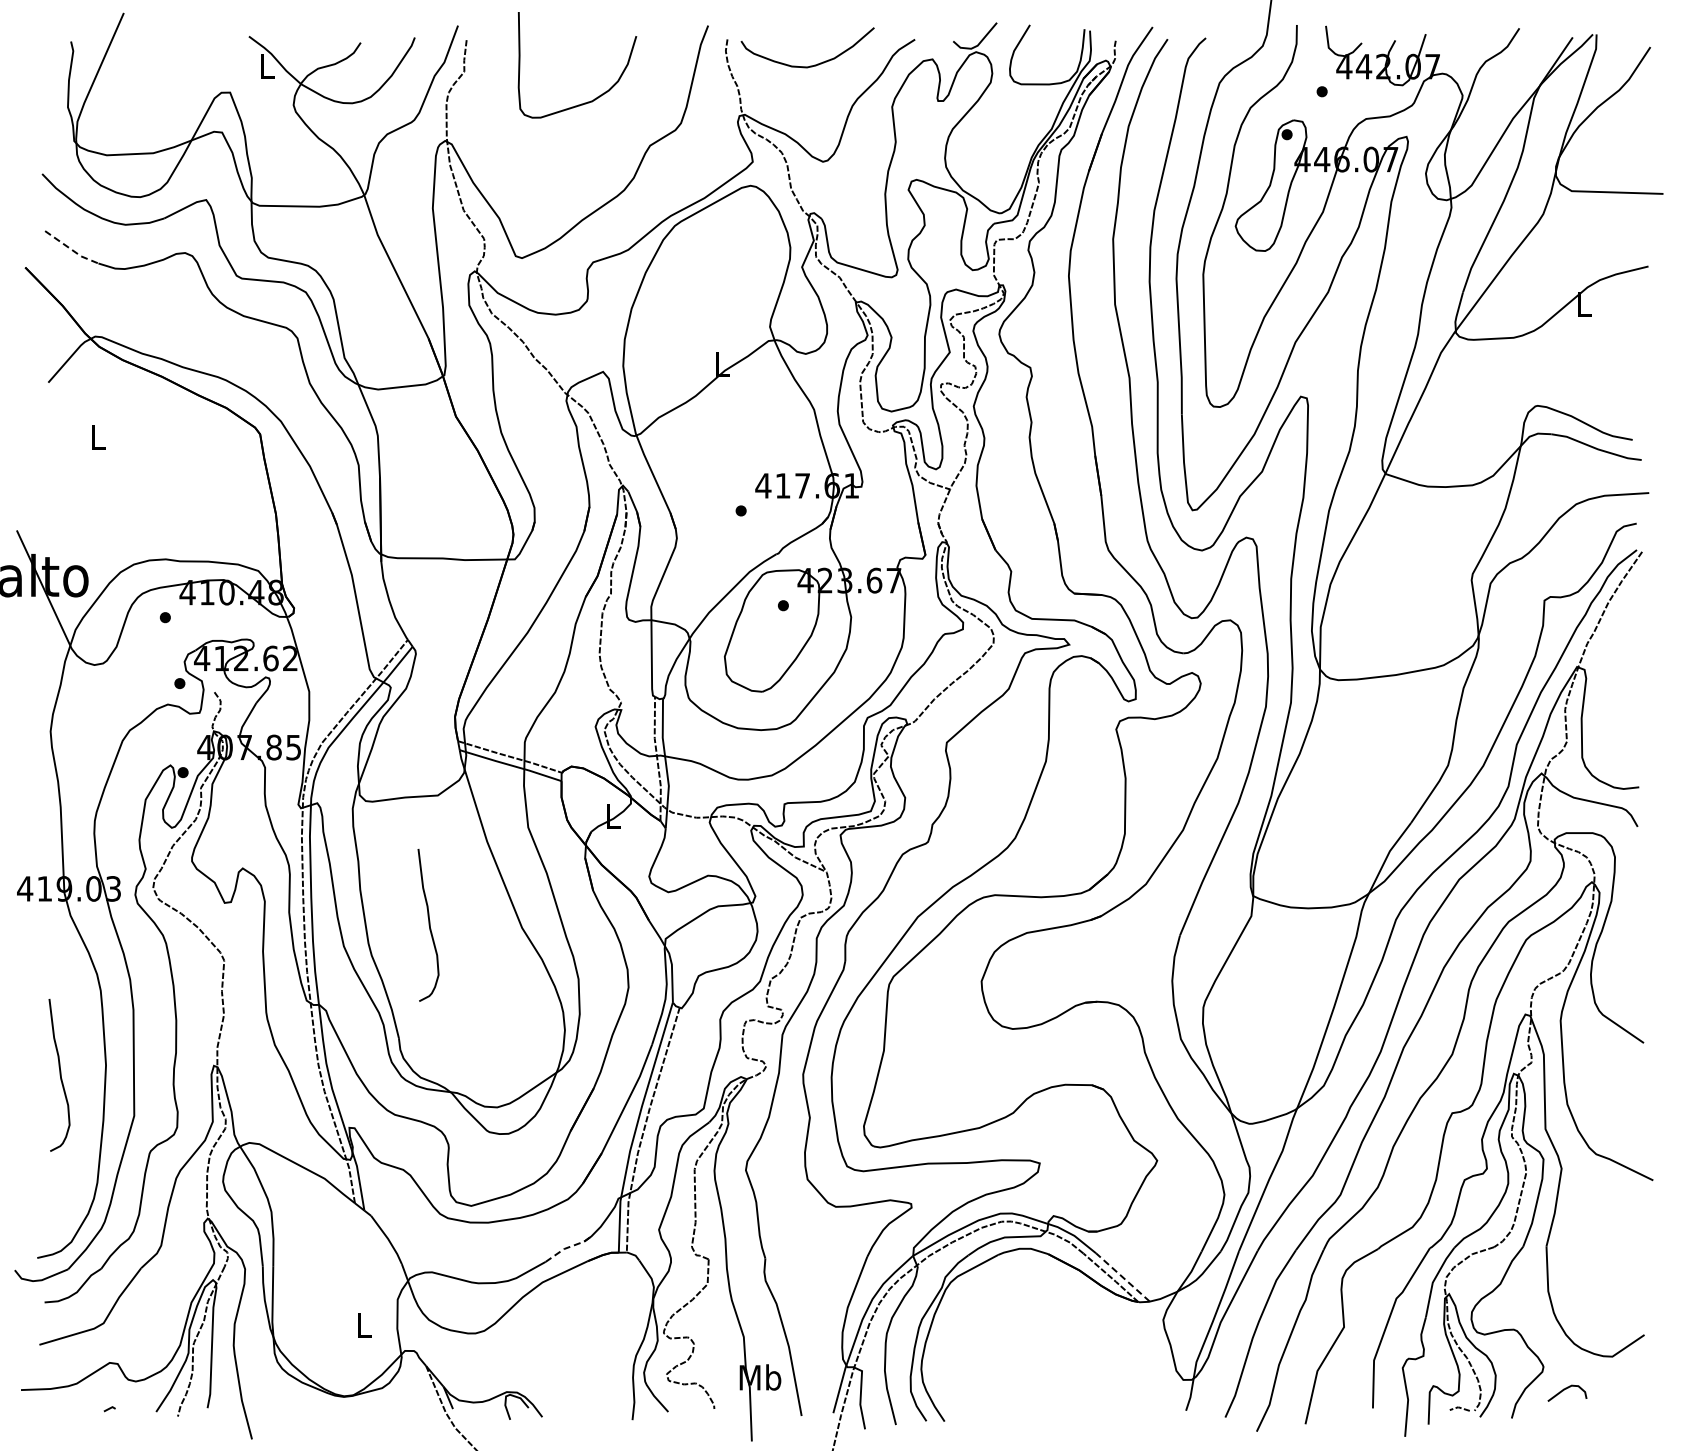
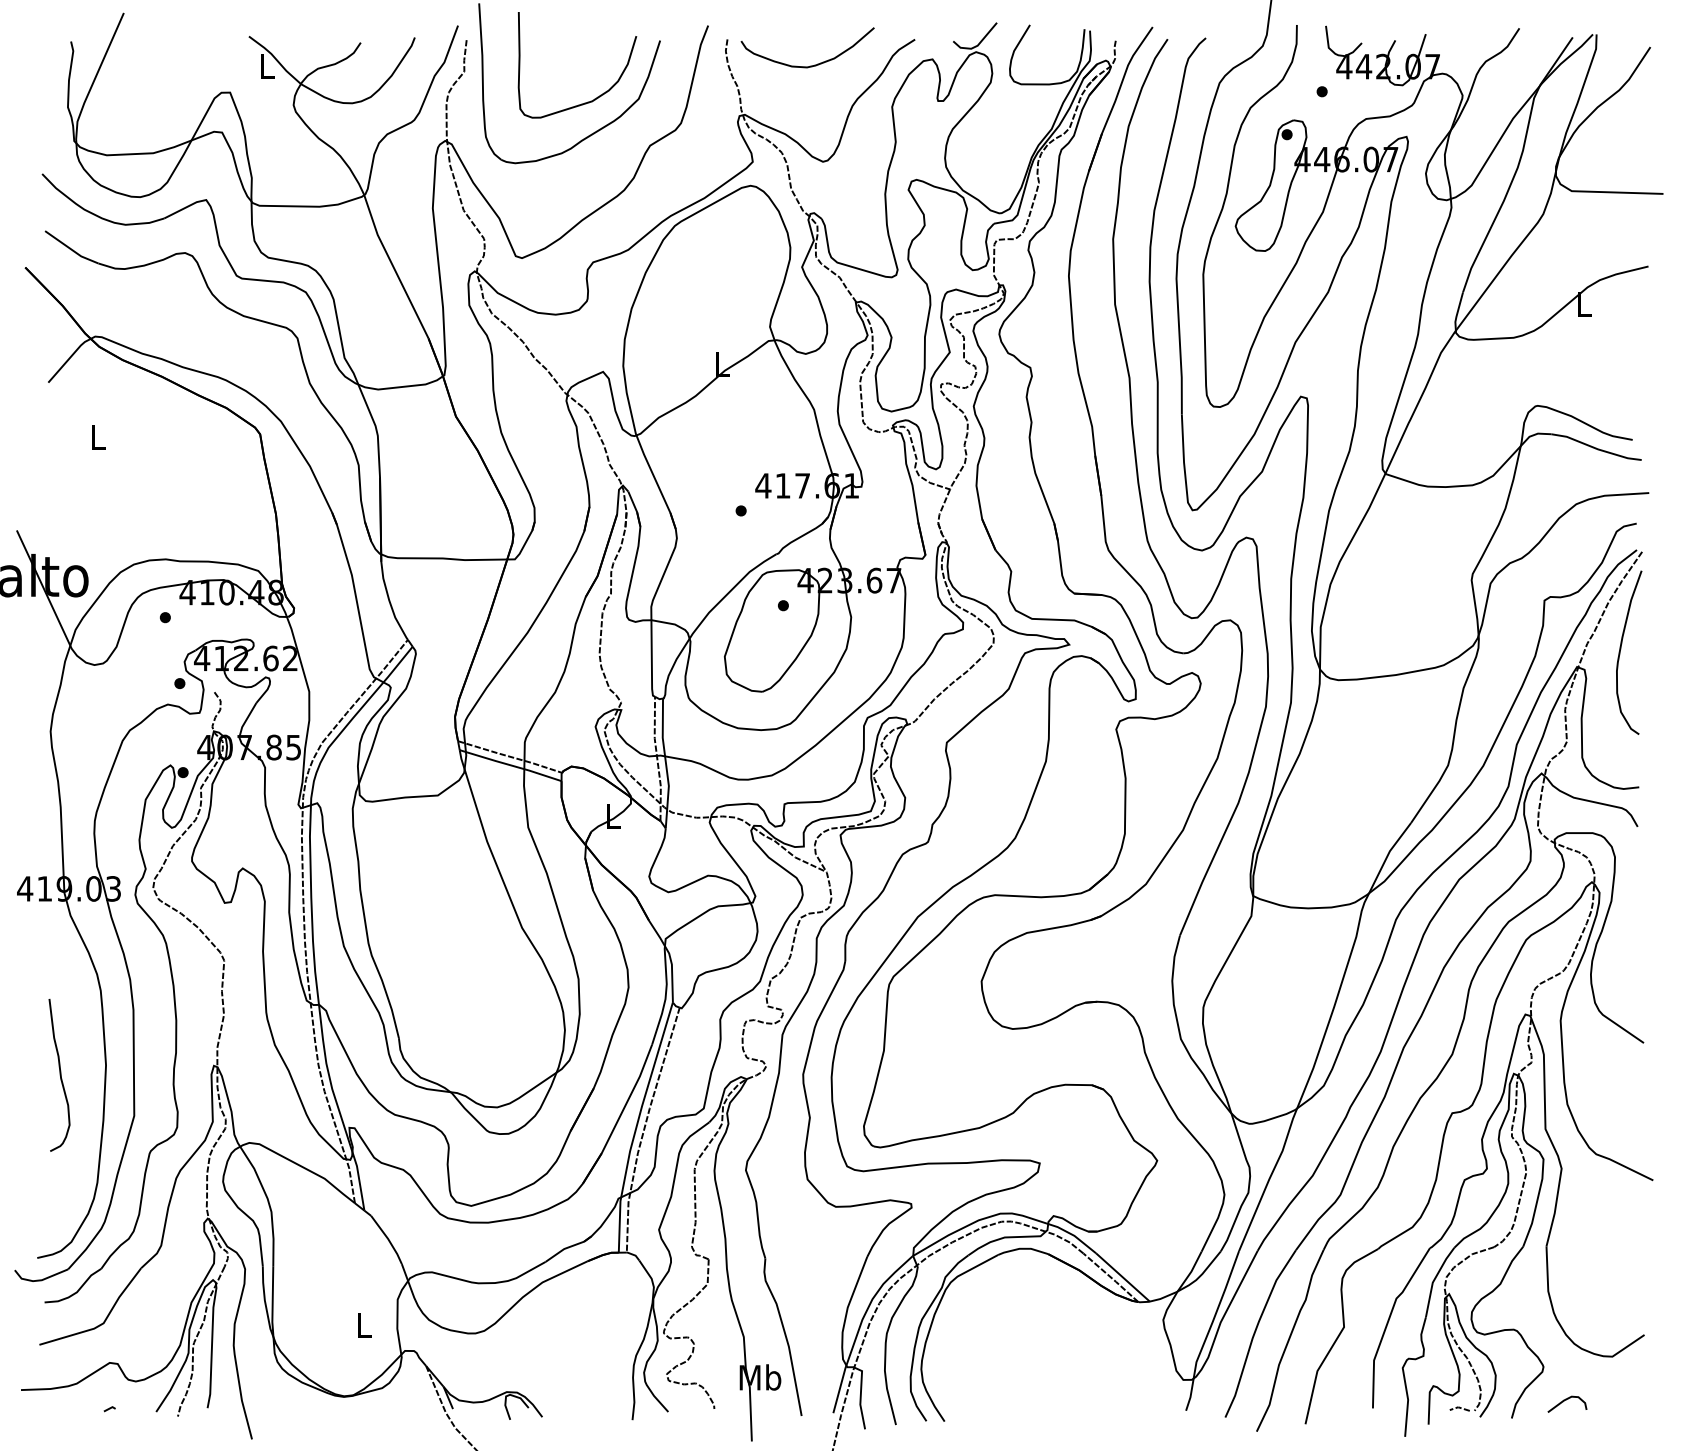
part at (599, 128): none -> present
line at (71, 249): dashed -> solid
curve at (1621, 649): none -> present
curve at (428, 925): present -> none
line at (567, 1247): dashed -> solid
line at (1122, 1277): dashed -> solid
curve at (1566, 1389) position: (1566, 1389) -> (1566, 1400)
